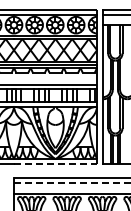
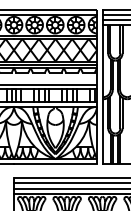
line at (115, 20): none -> present
line at (55, 163): dashed -> solid
line at (72, 182): dashed -> solid
line at (70, 188): none -> present
